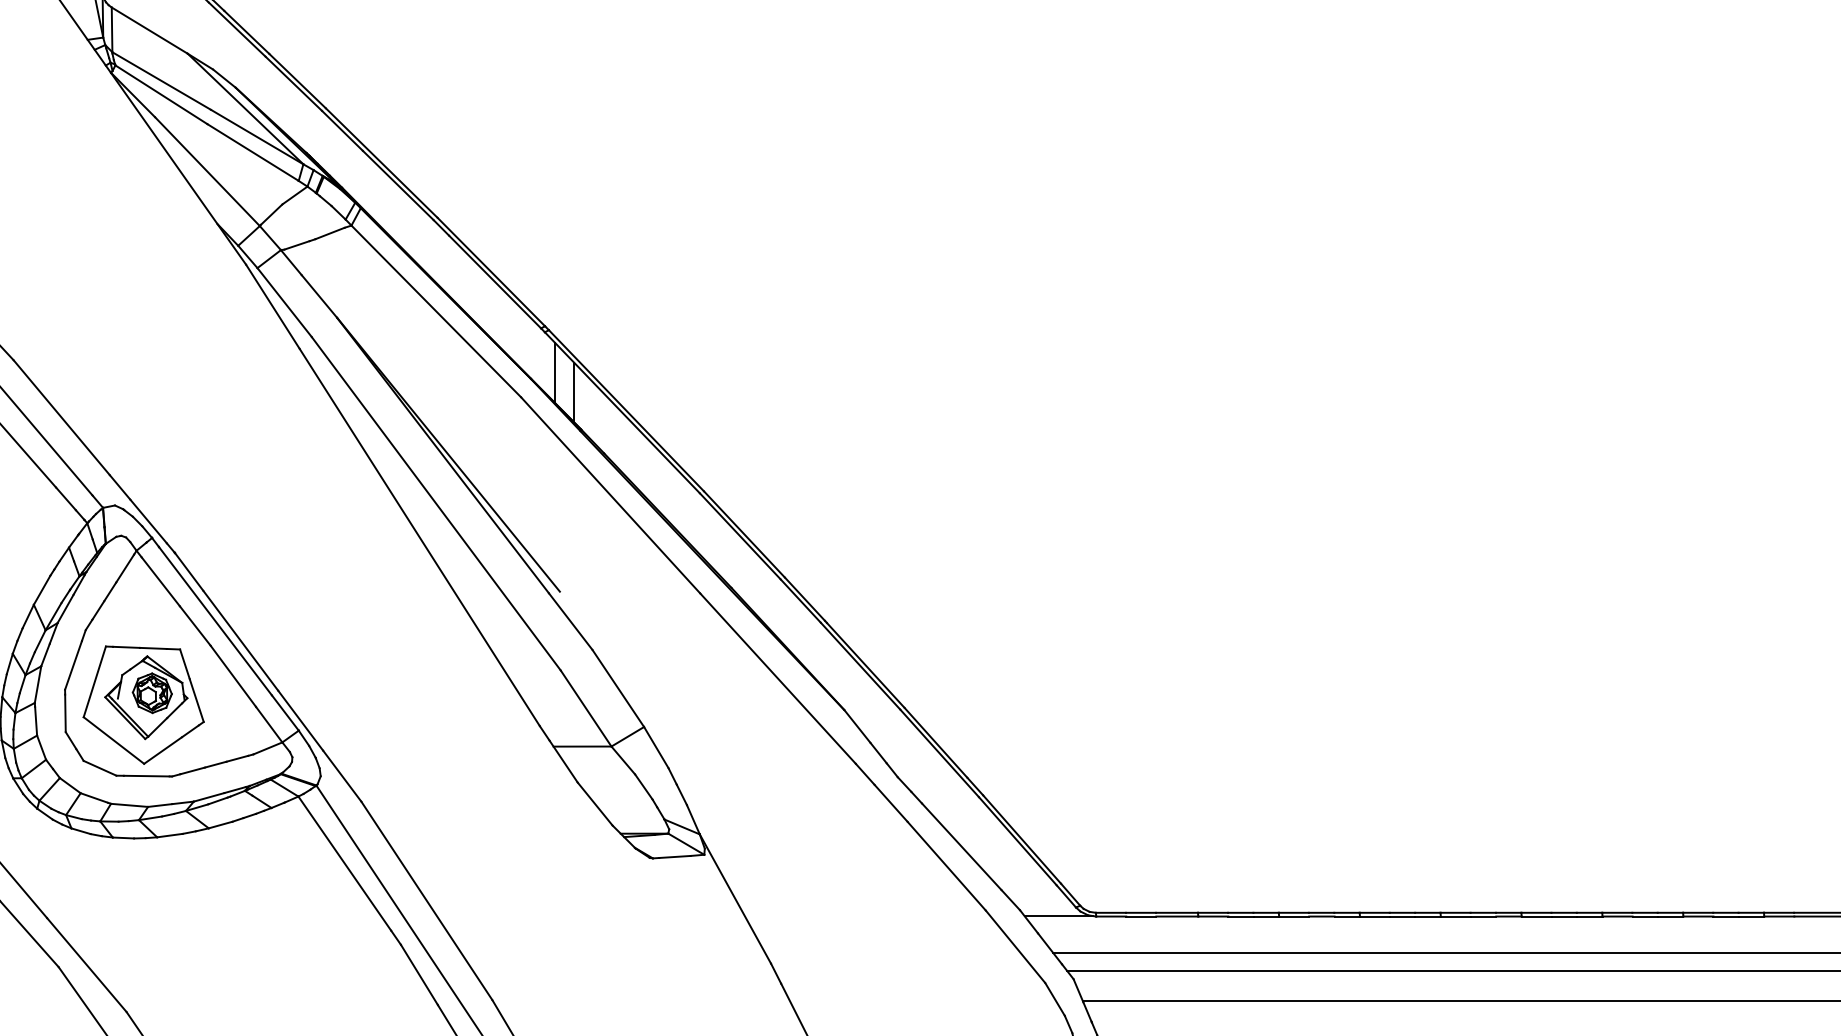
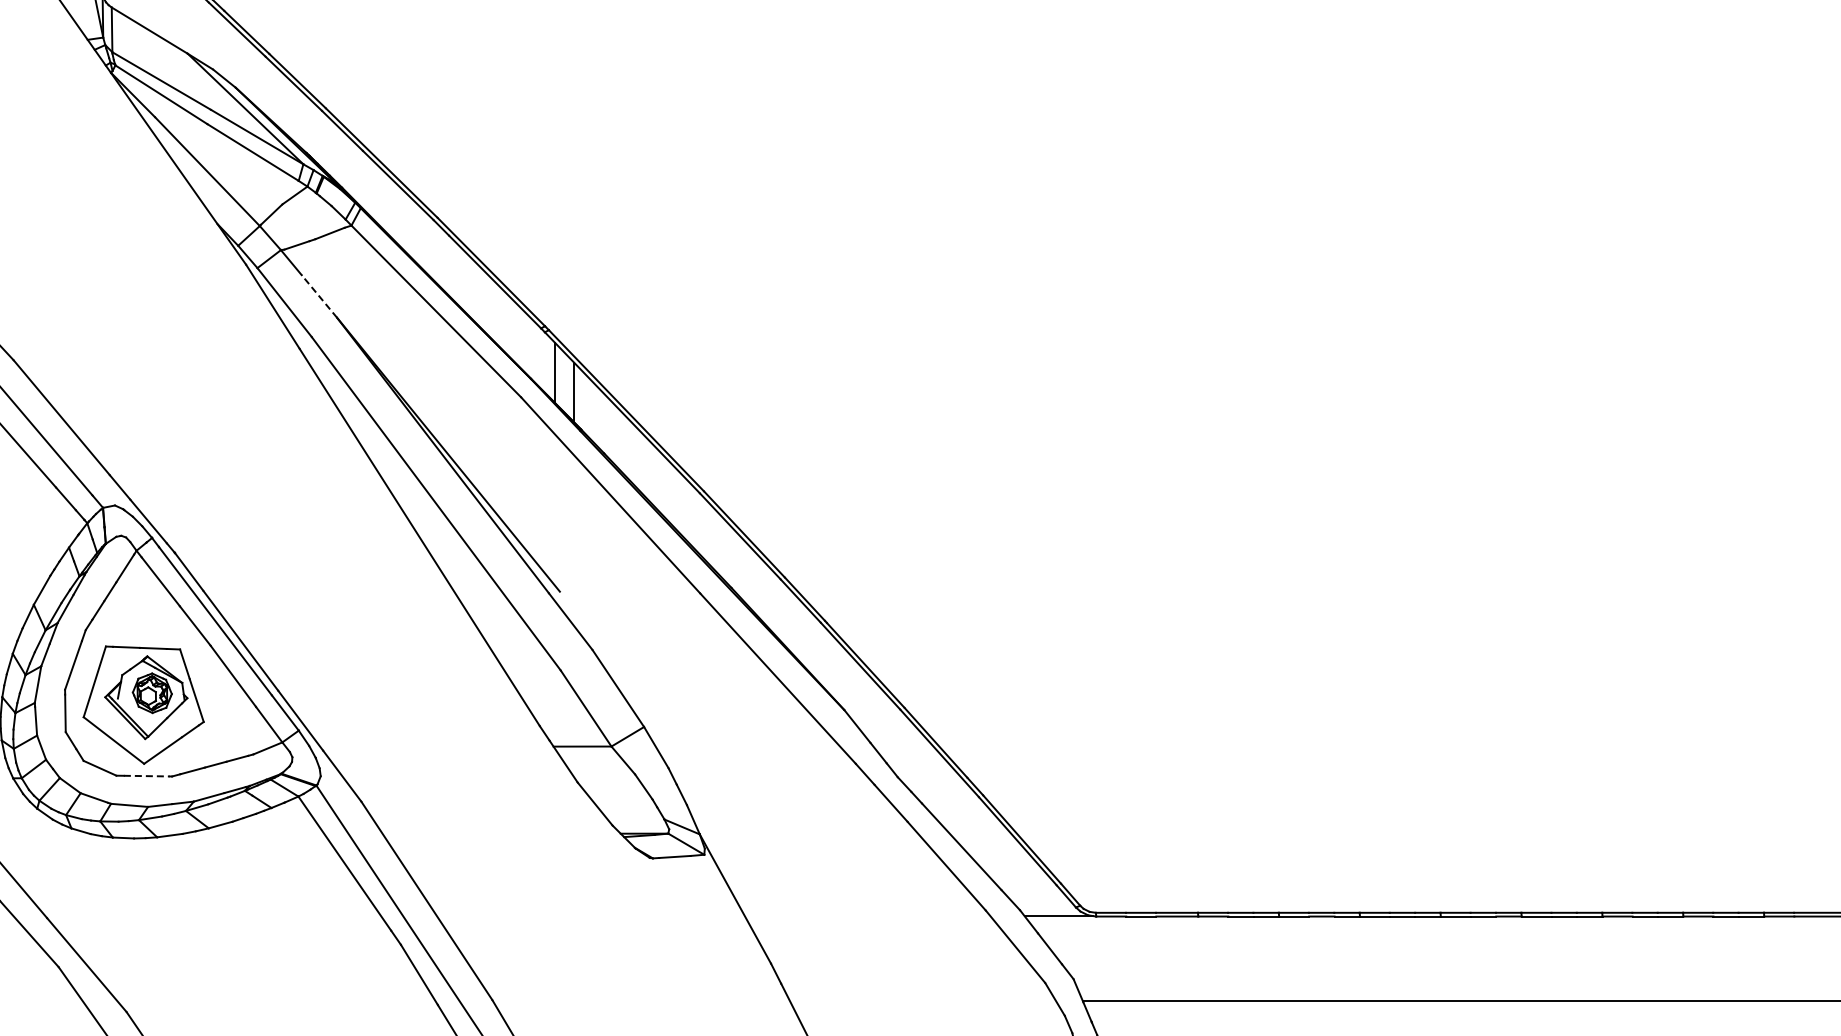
line at (319, 296): solid -> dashed
line at (146, 776): solid -> dashed
line at (1445, 953): present -> none
line at (1451, 970): present -> none
